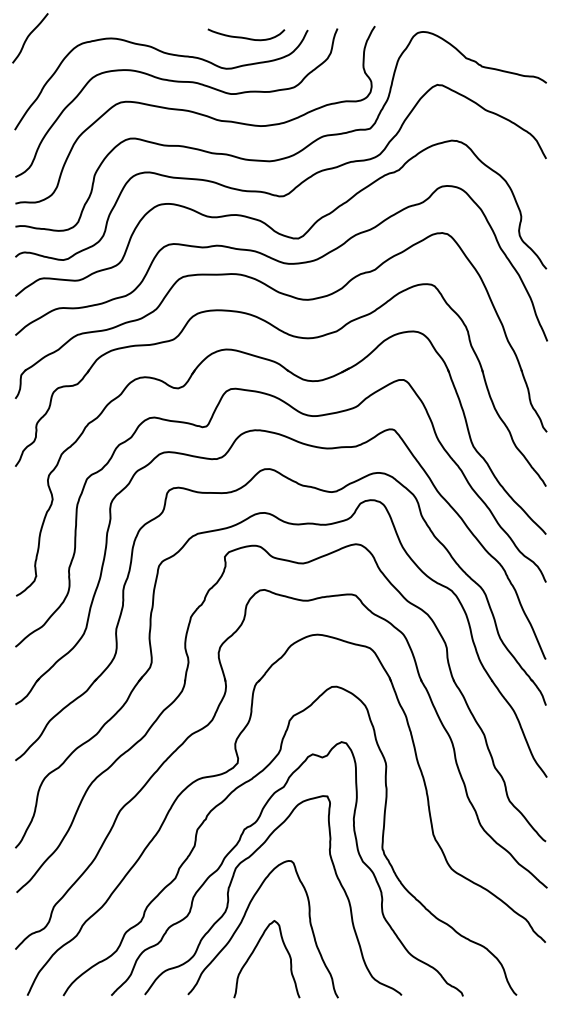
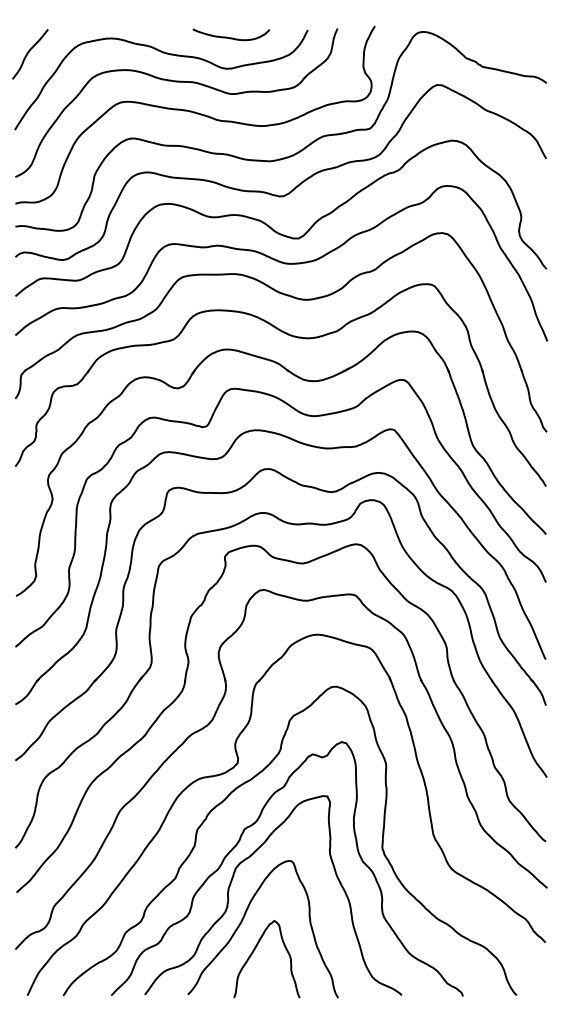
curve at (29, 36) position: (29, 36) -> (29, 52)
curve at (246, 37) position: (246, 37) -> (231, 37)
